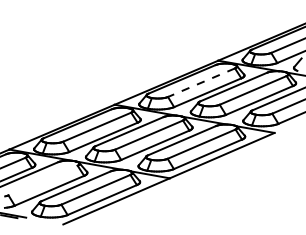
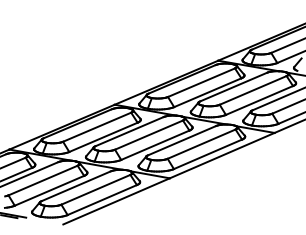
line at (201, 82): dashed -> solid
line at (288, 126): none -> present
line at (42, 180): none -> present
